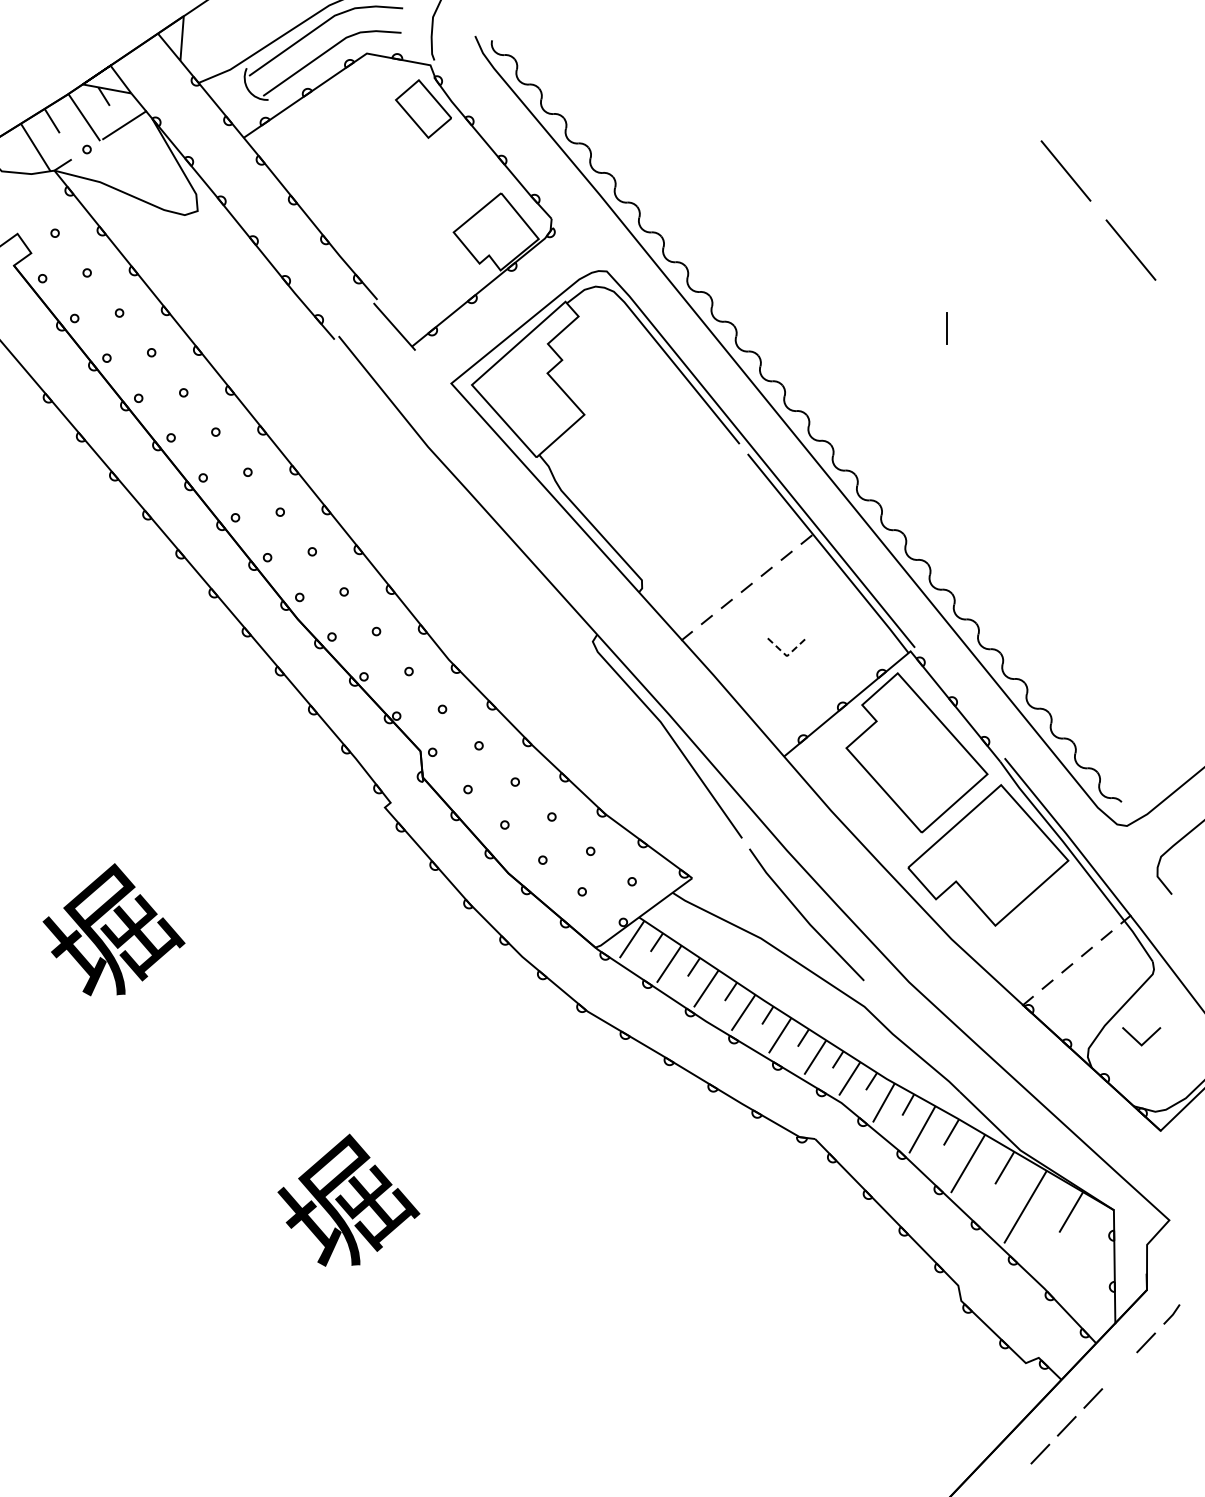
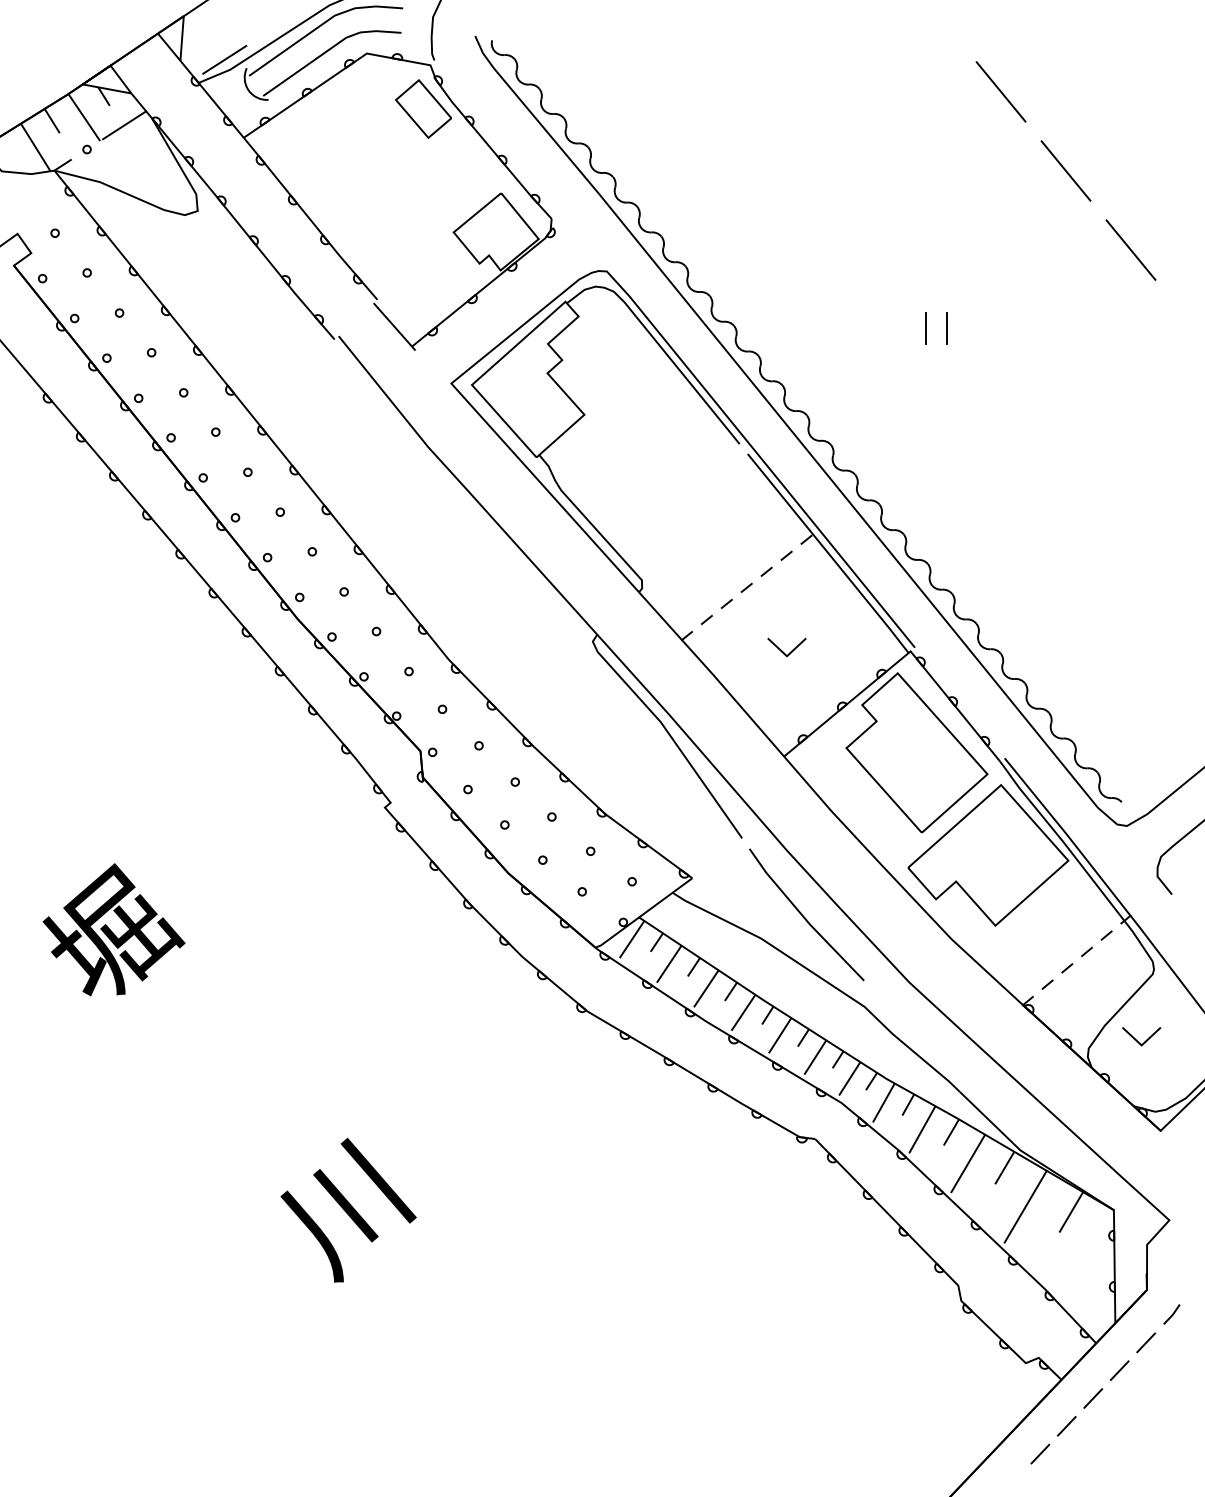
line at (224, 59): none -> present
line at (1000, 91): none -> present
line at (926, 328): none -> present
line at (786, 656): dashed -> solid
text at (348, 1207): 堀 -> 川
line at (1119, 1370): none -> present
